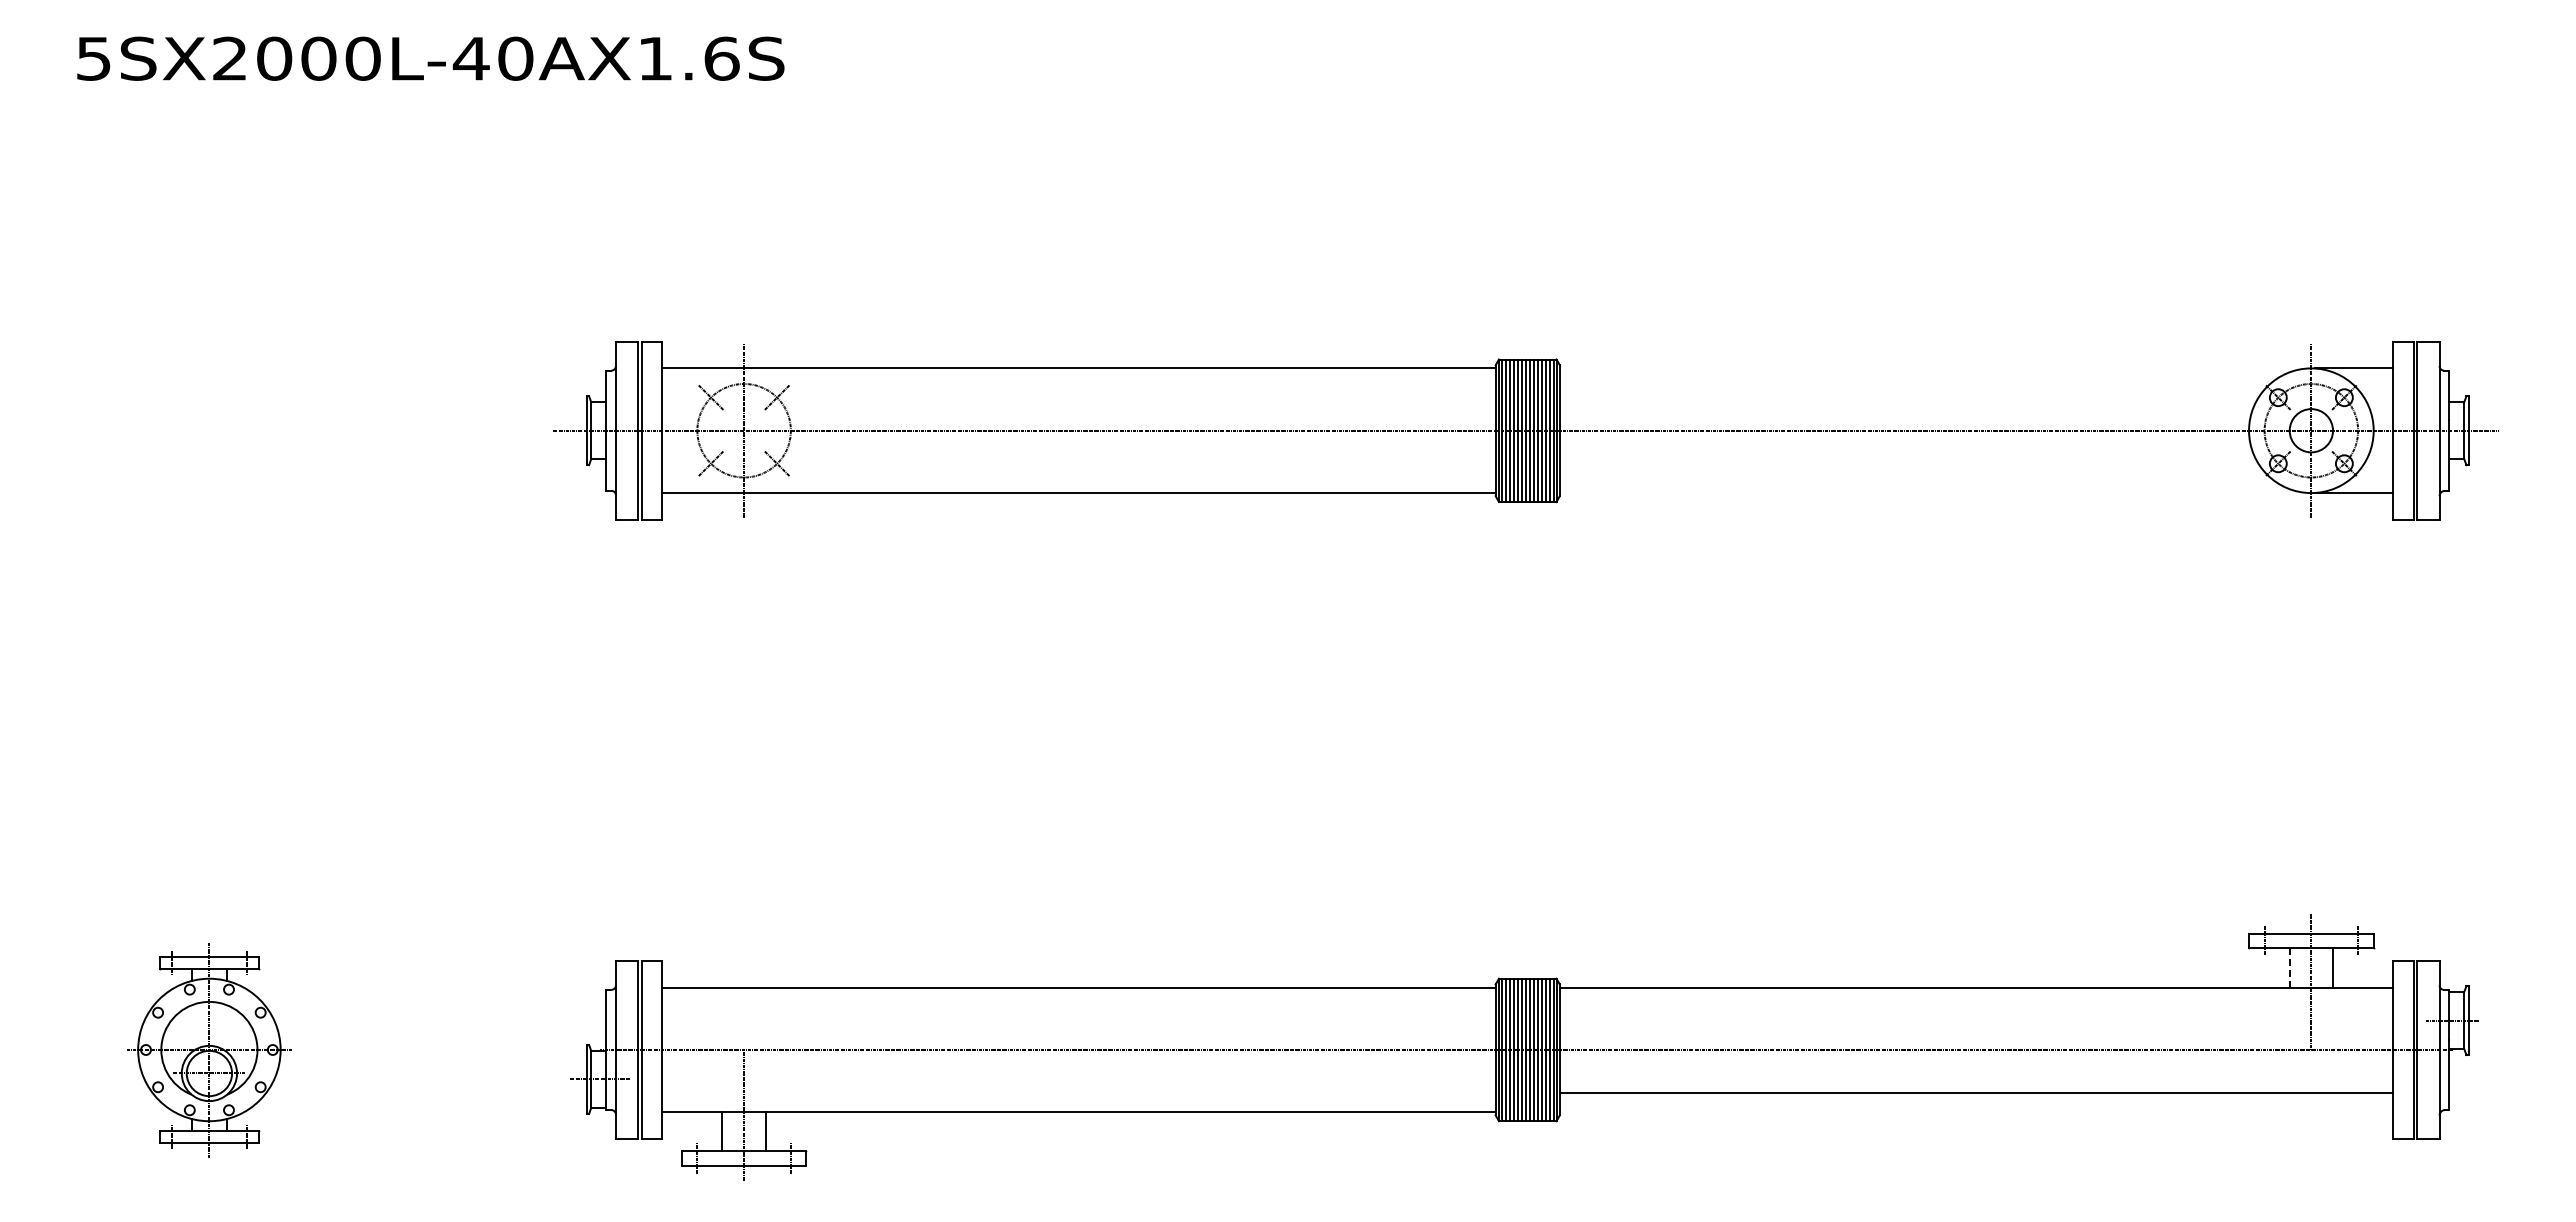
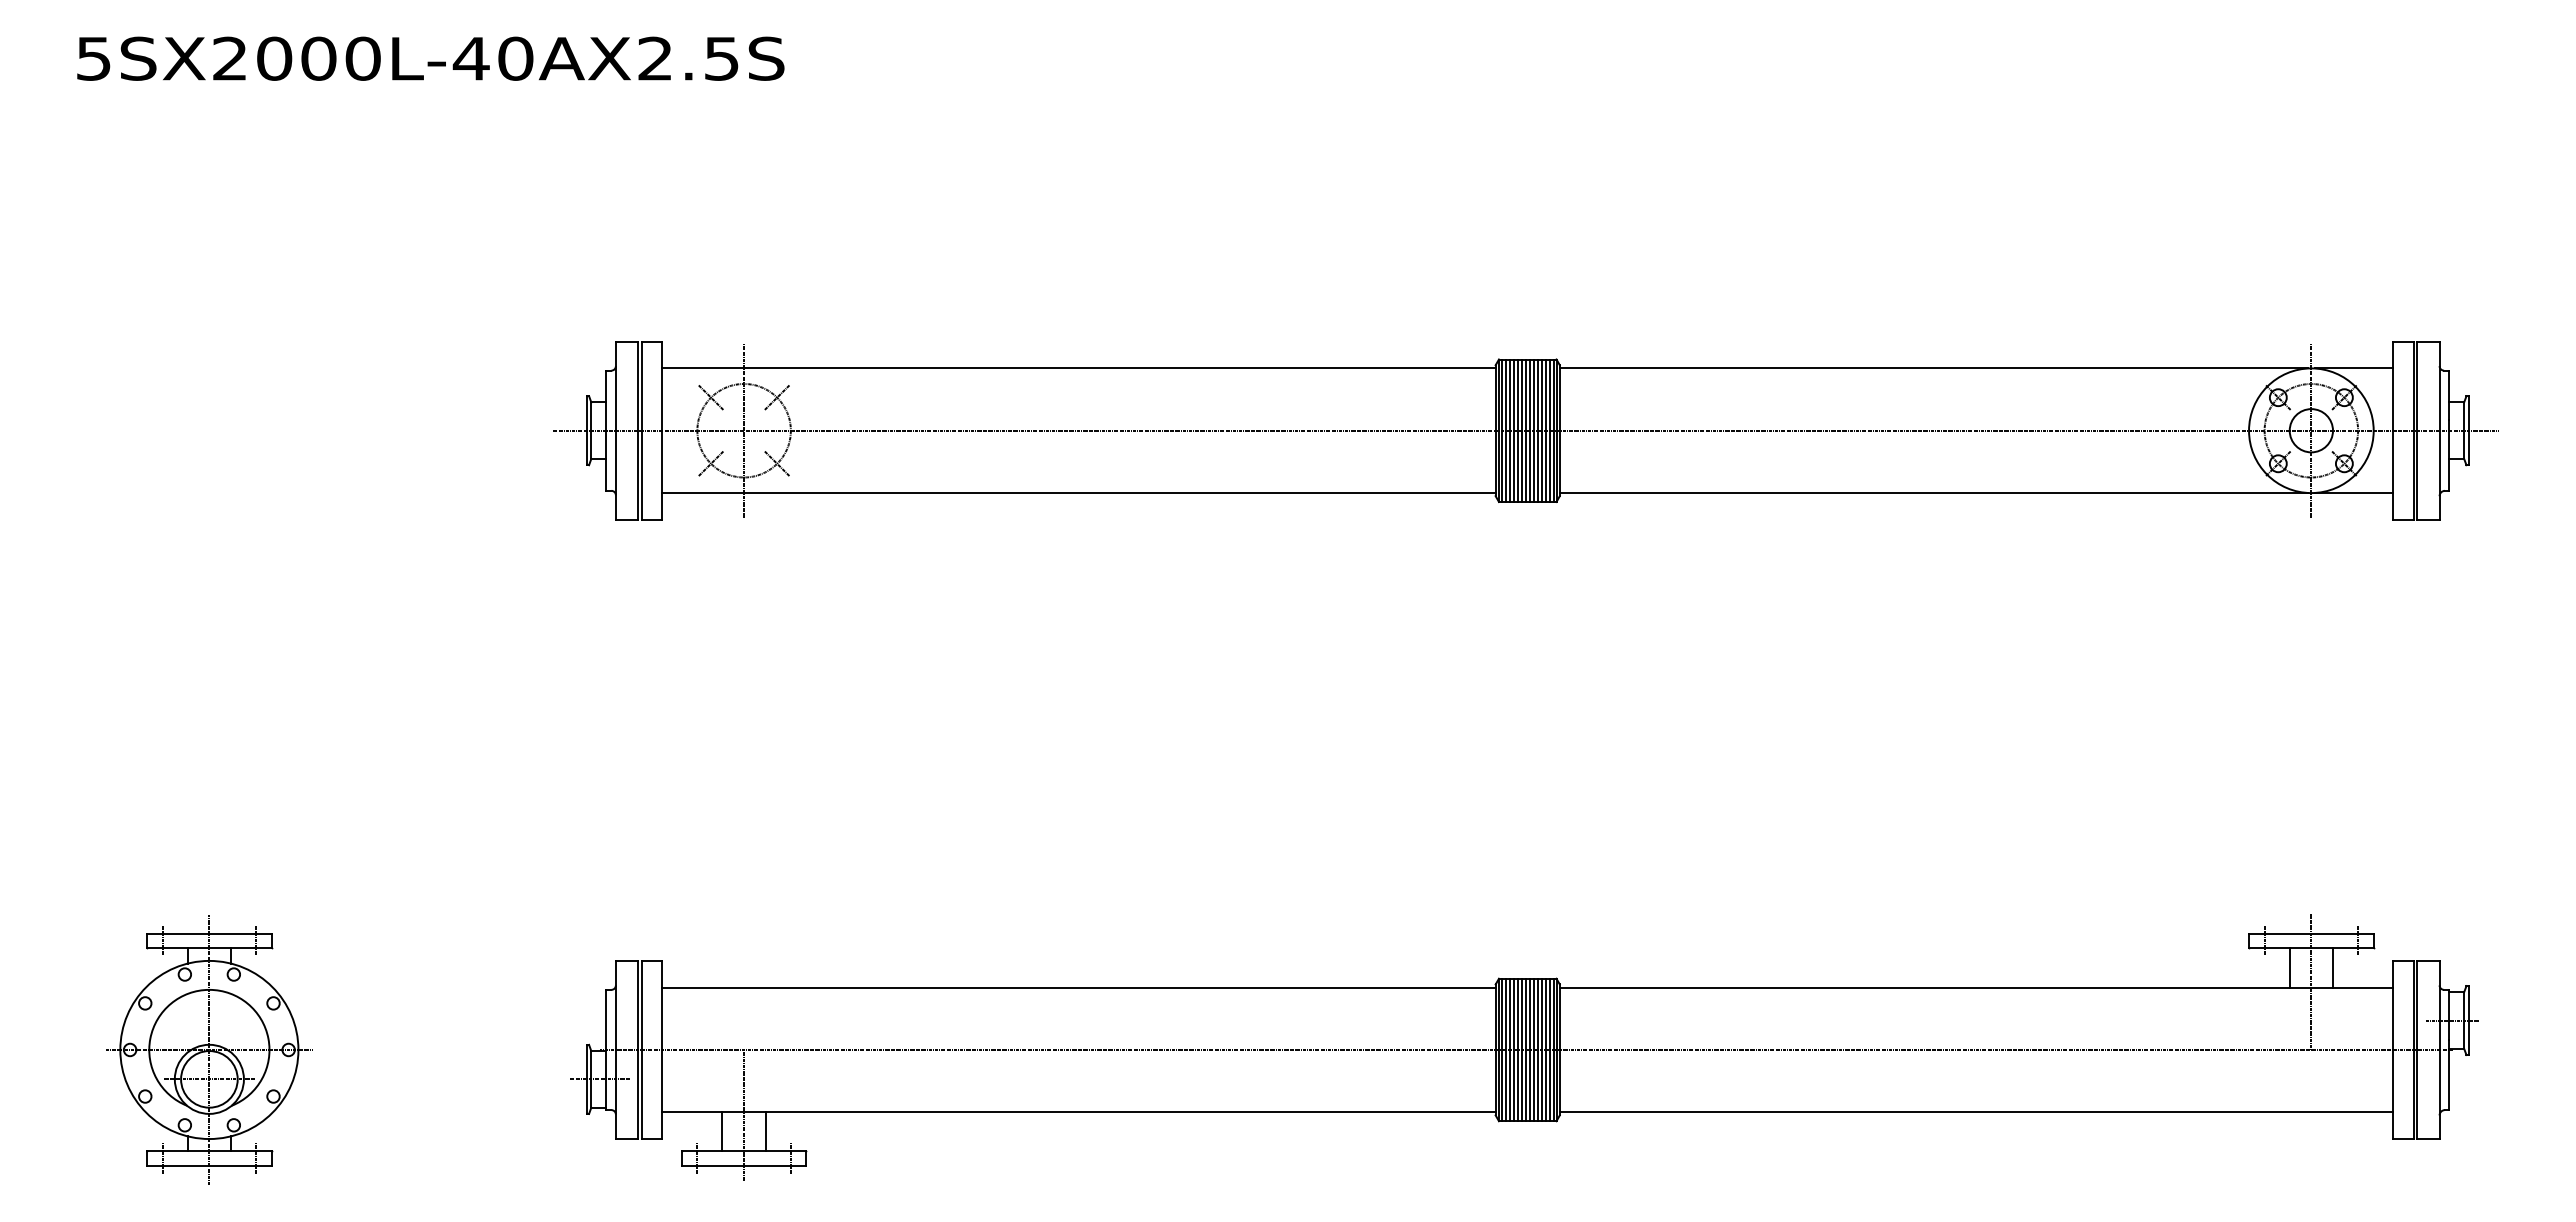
text at (688, 58): 5SX2000L-40AX1.6S -> 5SX2000L-40AX2.5S
line at (1933, 368): none -> present
line at (1933, 492): none -> present
line at (2289, 968): dashed -> solid
part at (209, 1050) size: 165x215 px -> 207x270 px
line at (1976, 1093) position: (1976, 1093) -> (1976, 1112)
